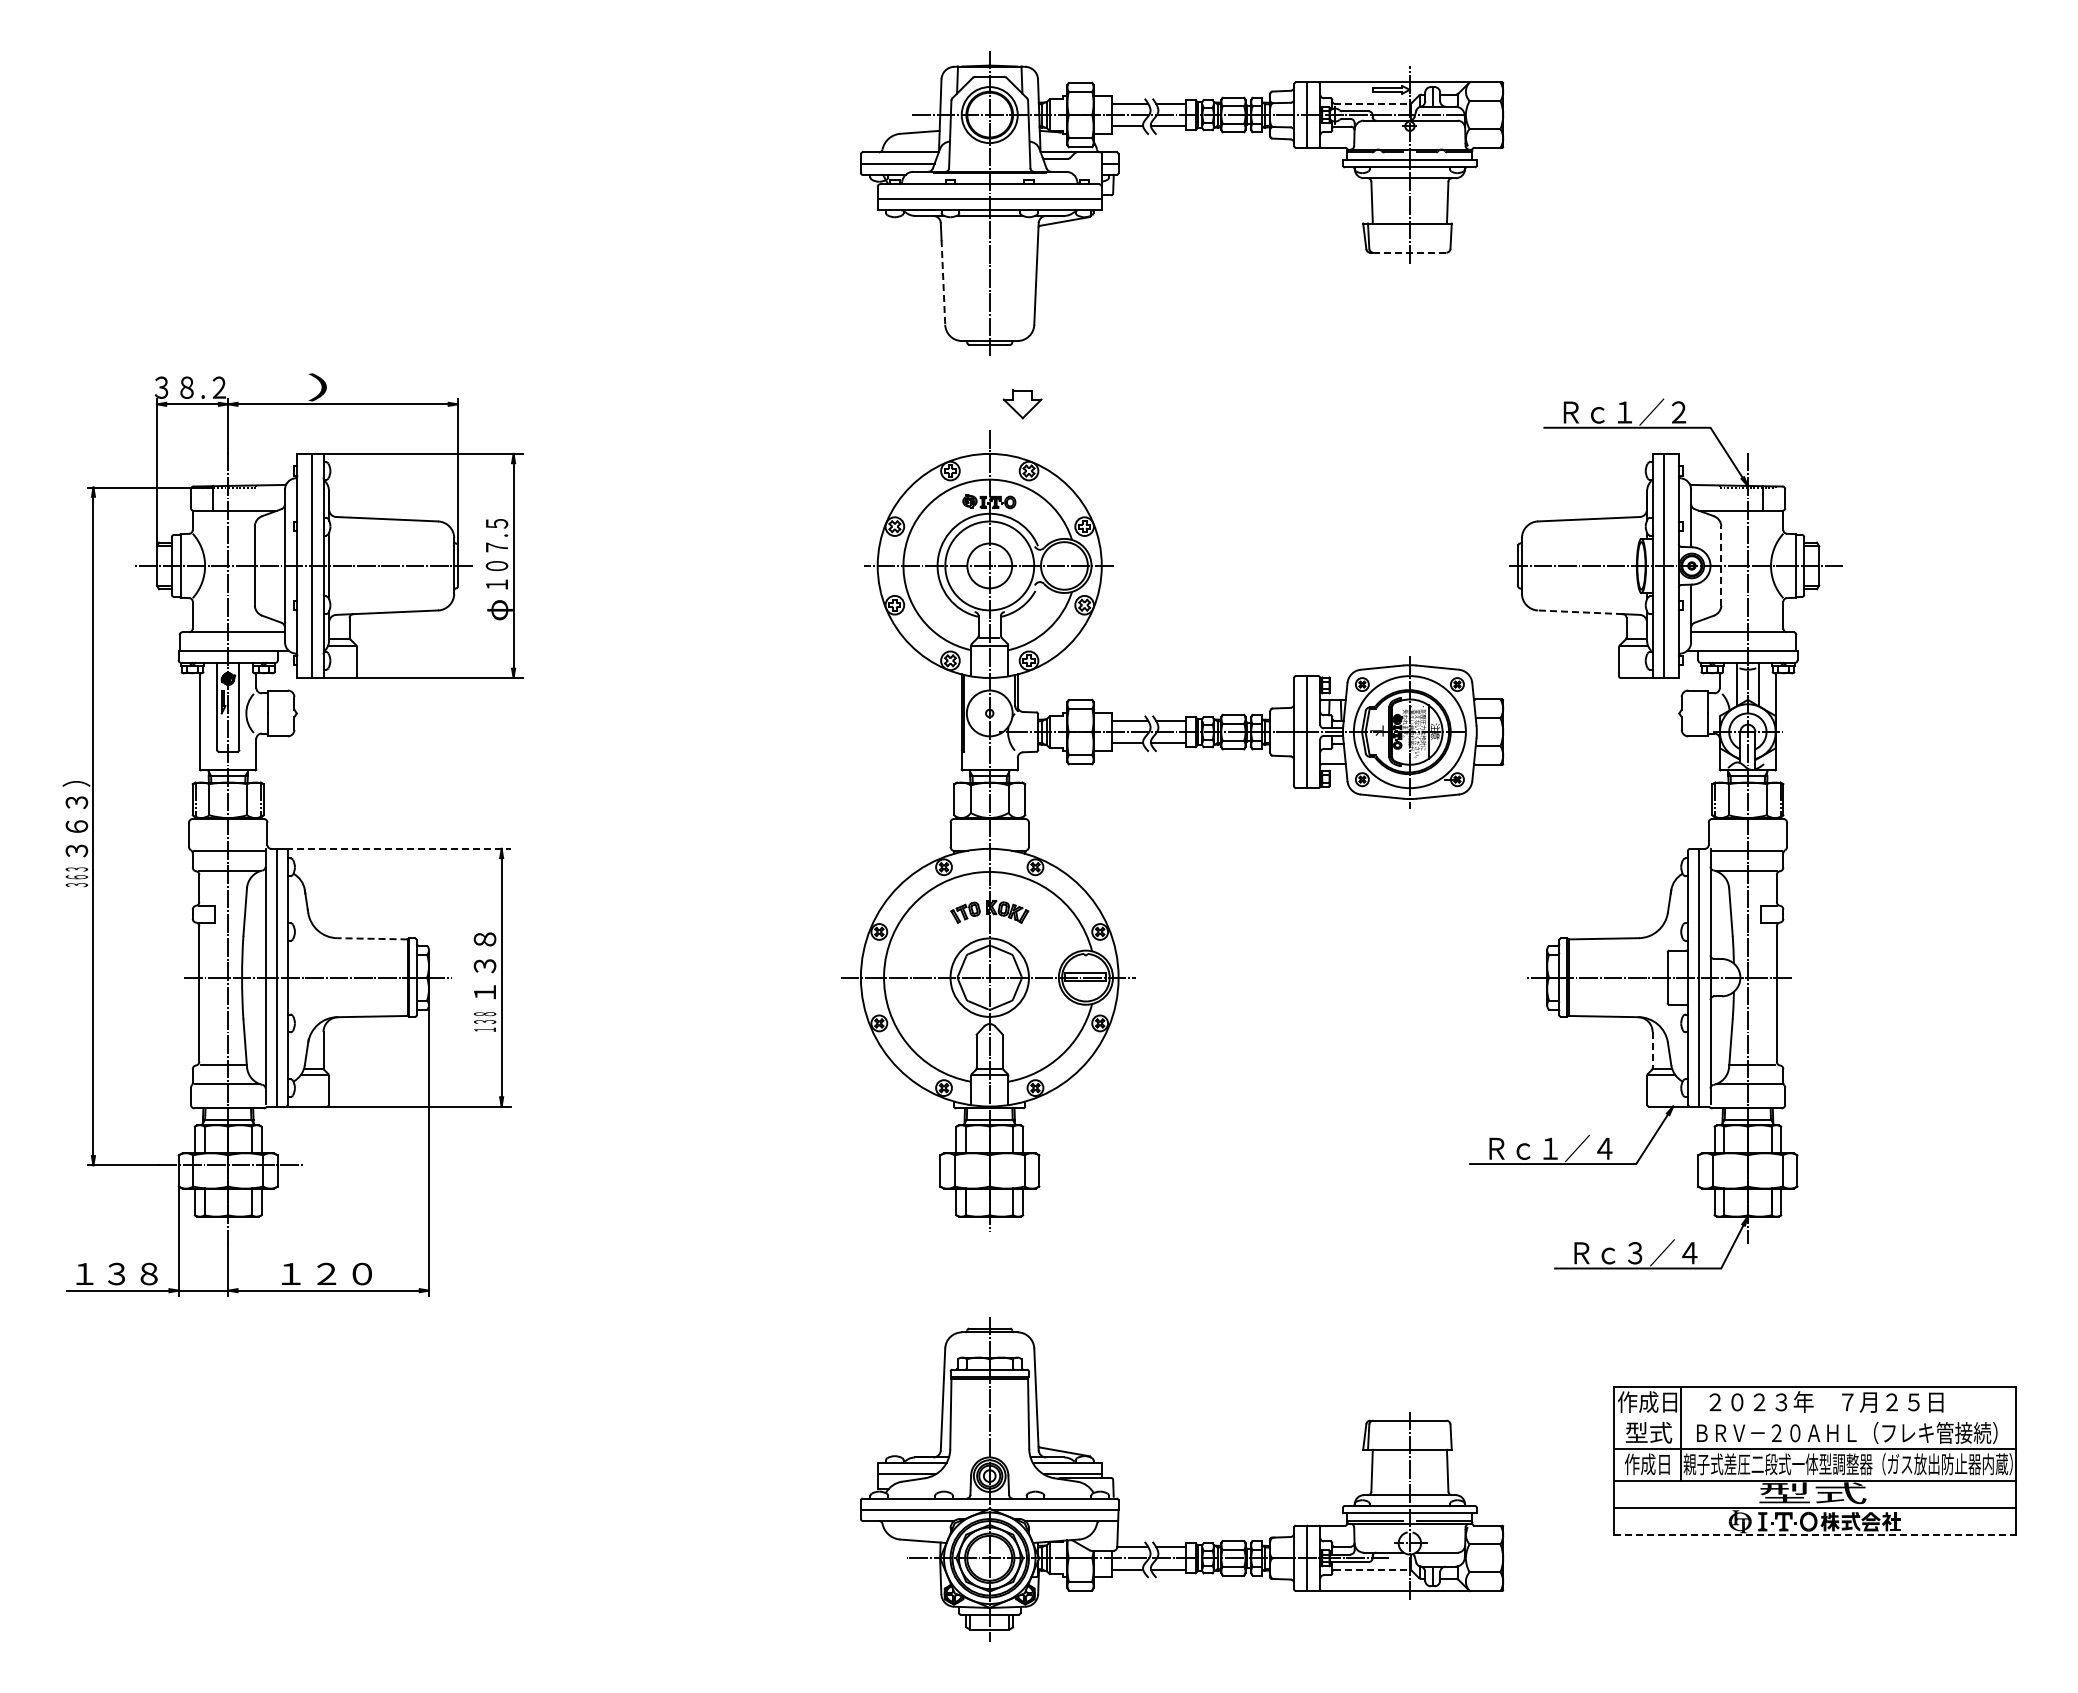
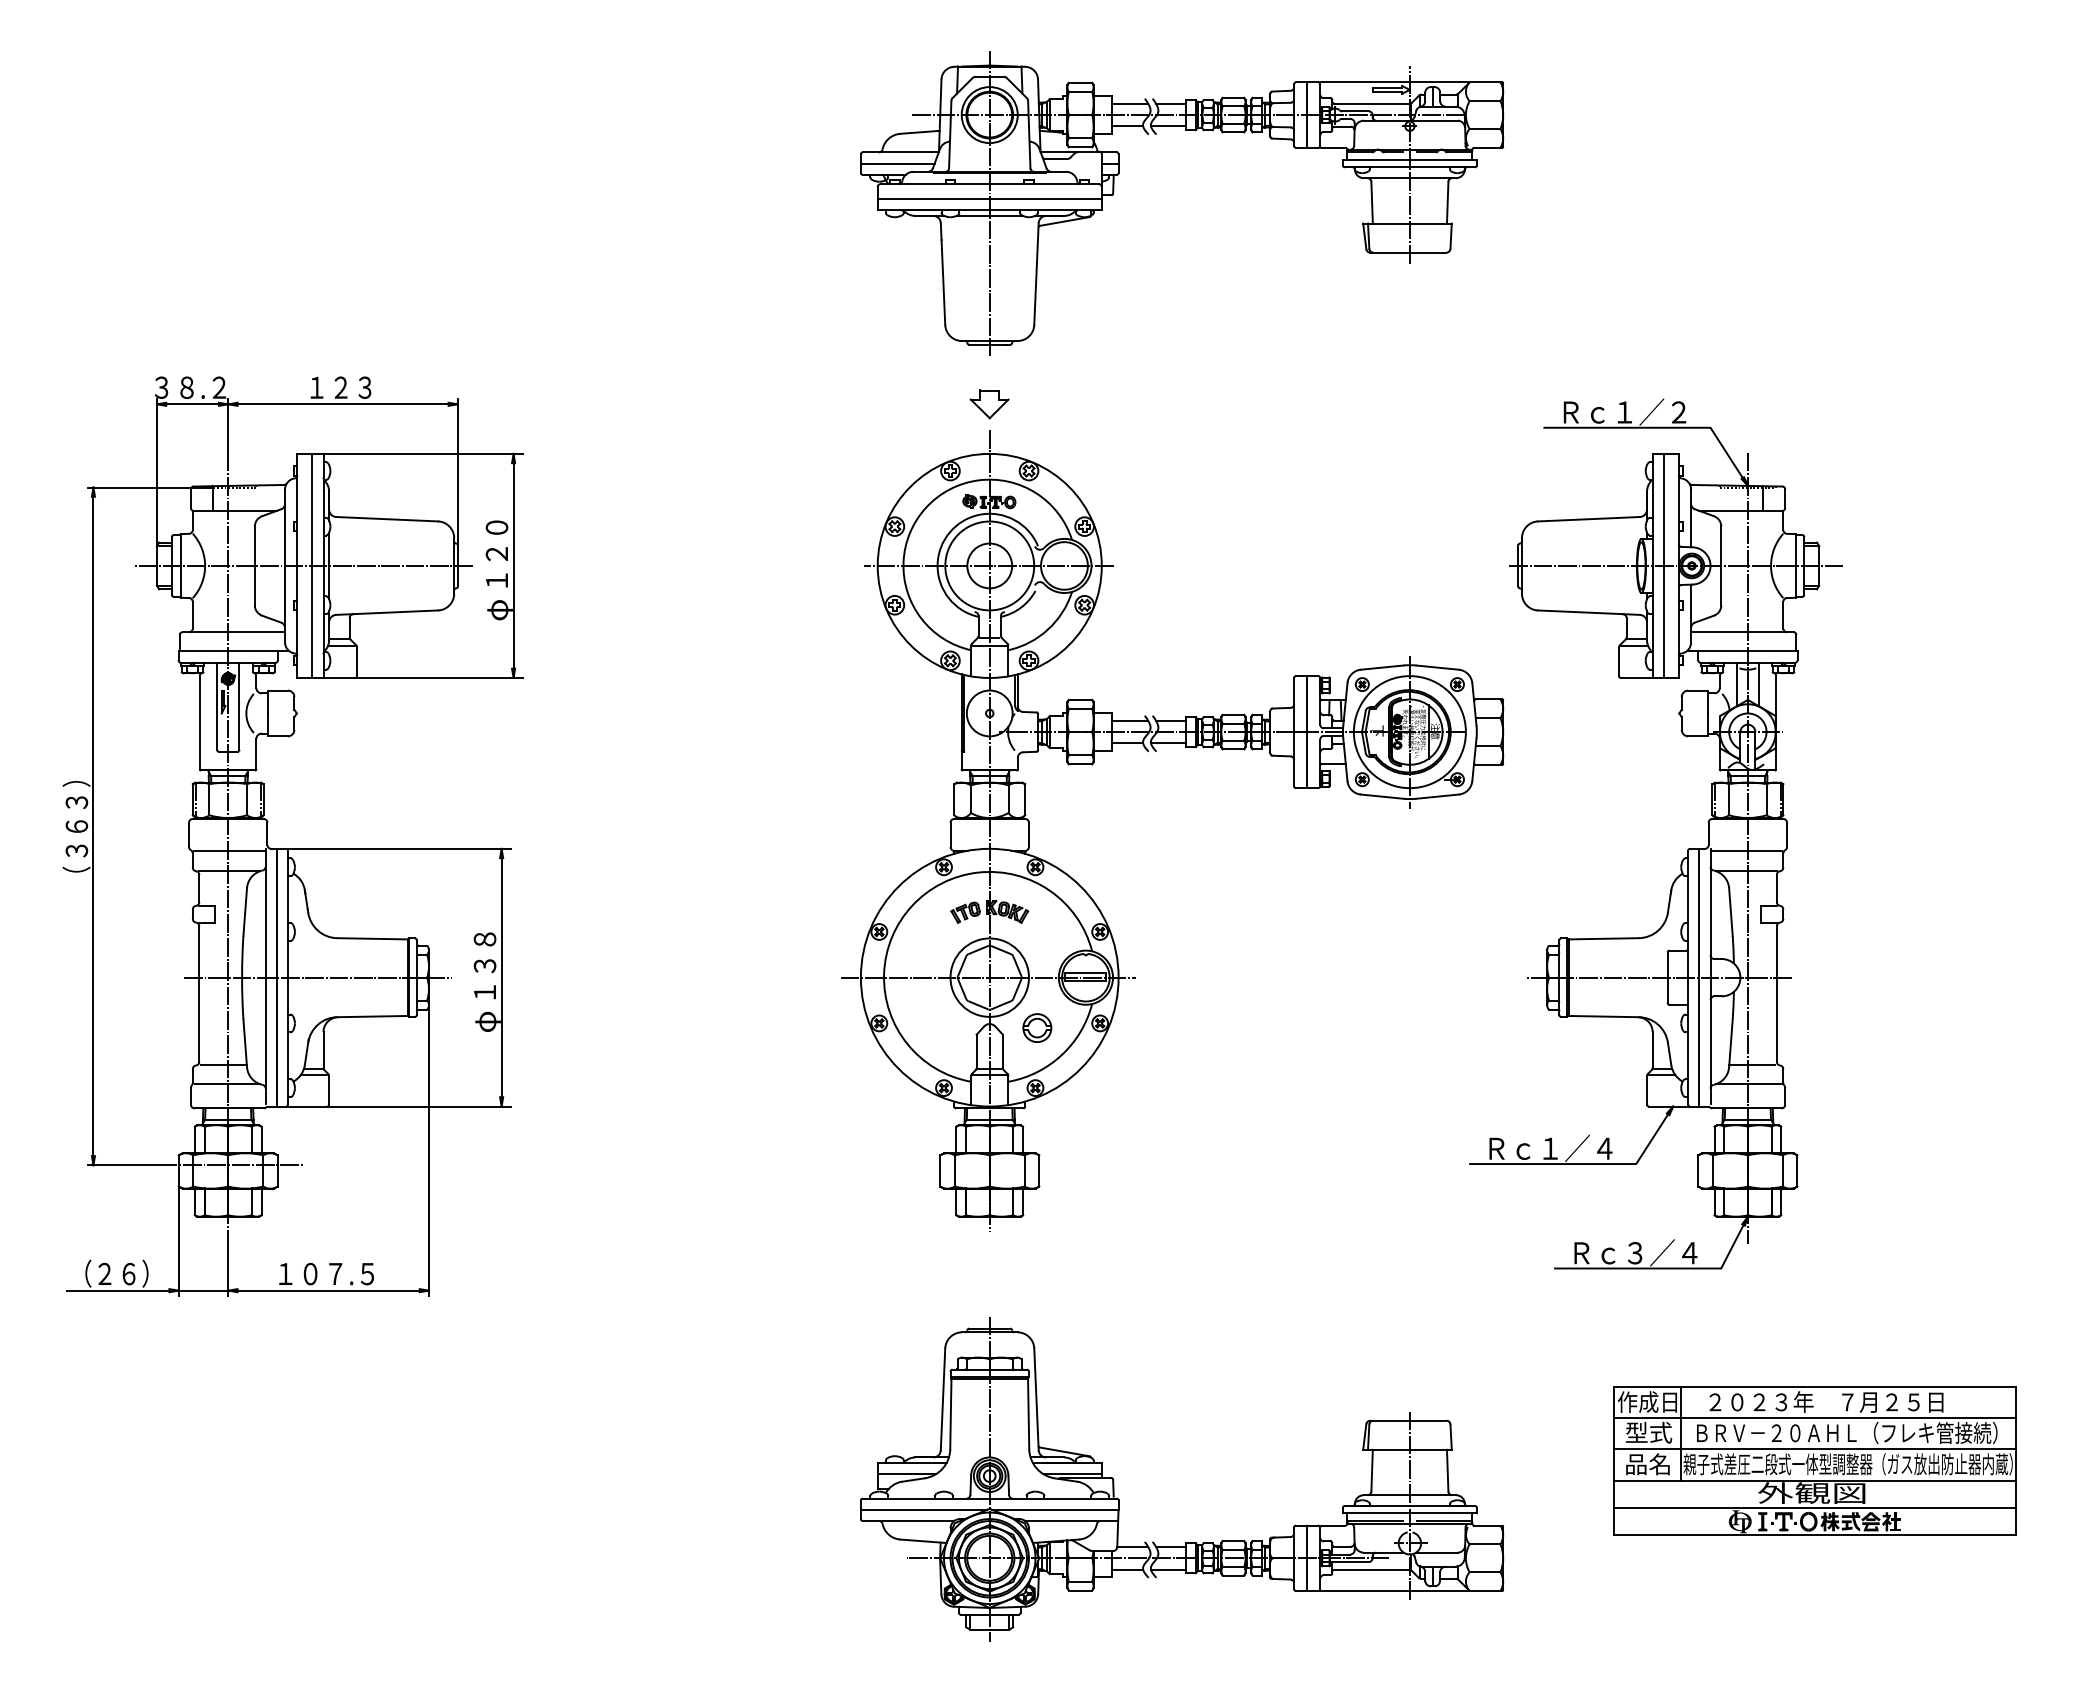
line at (1371, 103): dashed -> solid
line at (1409, 252): dashed -> solid
line at (943, 282): dashed -> solid
text at (339, 387): ） -> １２３
part at (1022, 404) position: (1022, 404) -> (989, 404)
text at (496, 554): １０７.５ -> １２０
line at (1721, 565): dashed -> solid
line at (1580, 612): dashed -> solid
line at (399, 848): dashed -> solid
text at (76, 876): ３６３ -> （
line at (371, 938): dashed -> solid
text at (486, 1021): １３８ -> φ
part at (1037, 1027): none -> present
line at (1652, 1049): dashed -> solid
text at (116, 1273): １３８ -> （２６）
text at (326, 1273): １２０ -> １０７.５
line at (1814, 1418): none -> present
text at (1647, 1464): 作成日 -> 品名
text at (1812, 1493): 型式 -> 外観図
line at (1814, 1535): dashed -> solid
line at (1371, 1569): dashed -> solid
